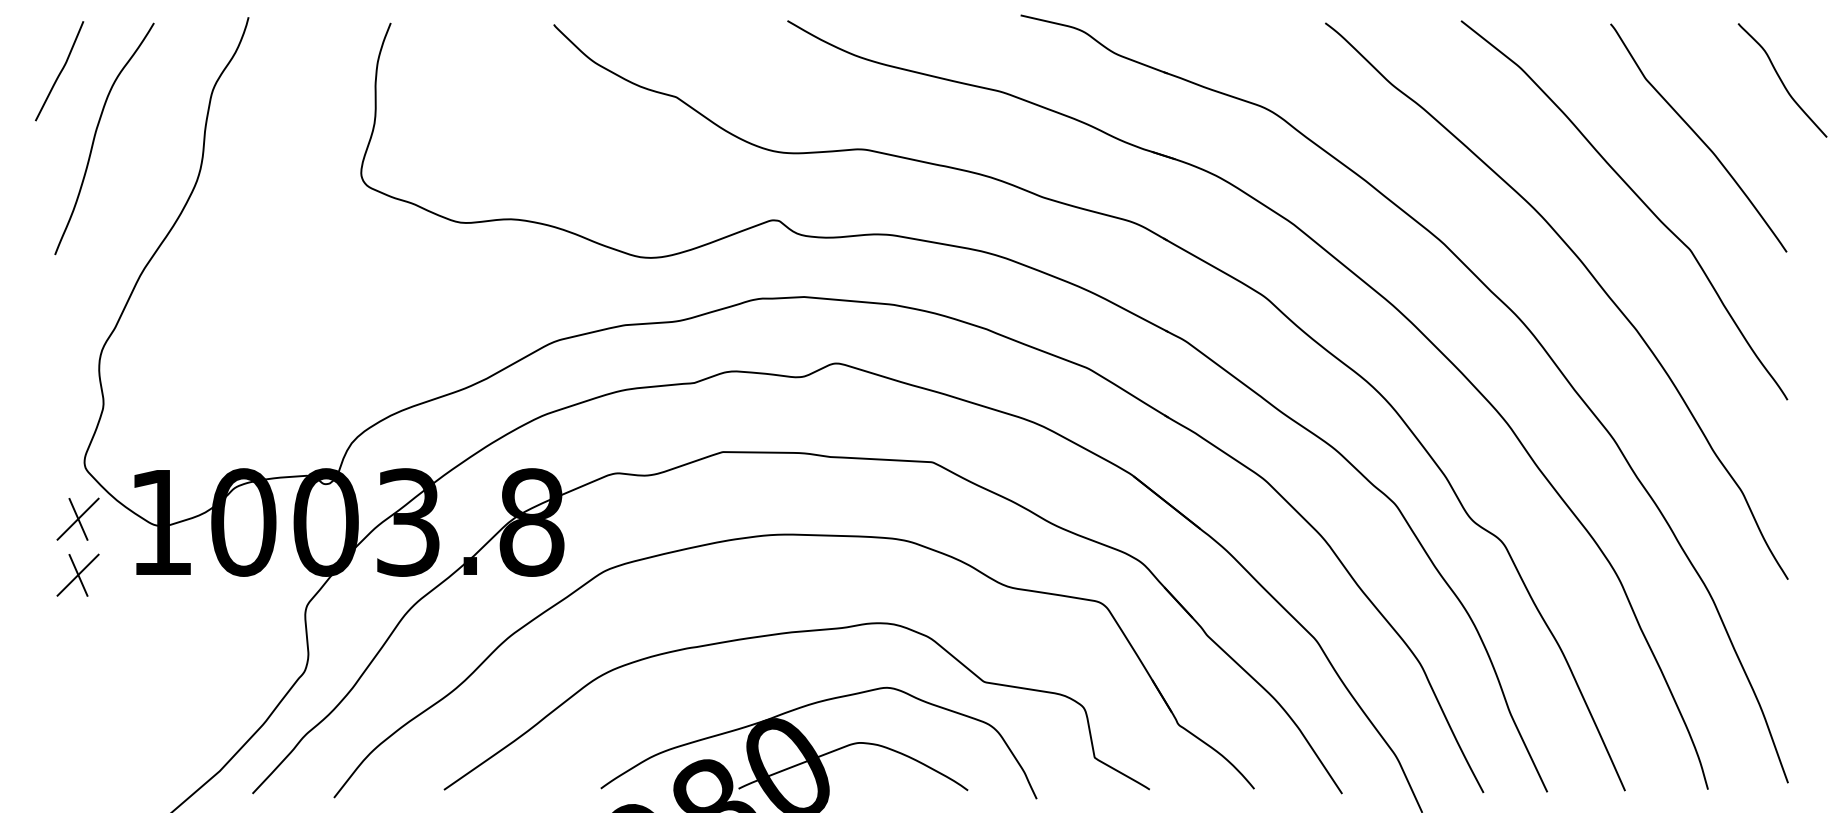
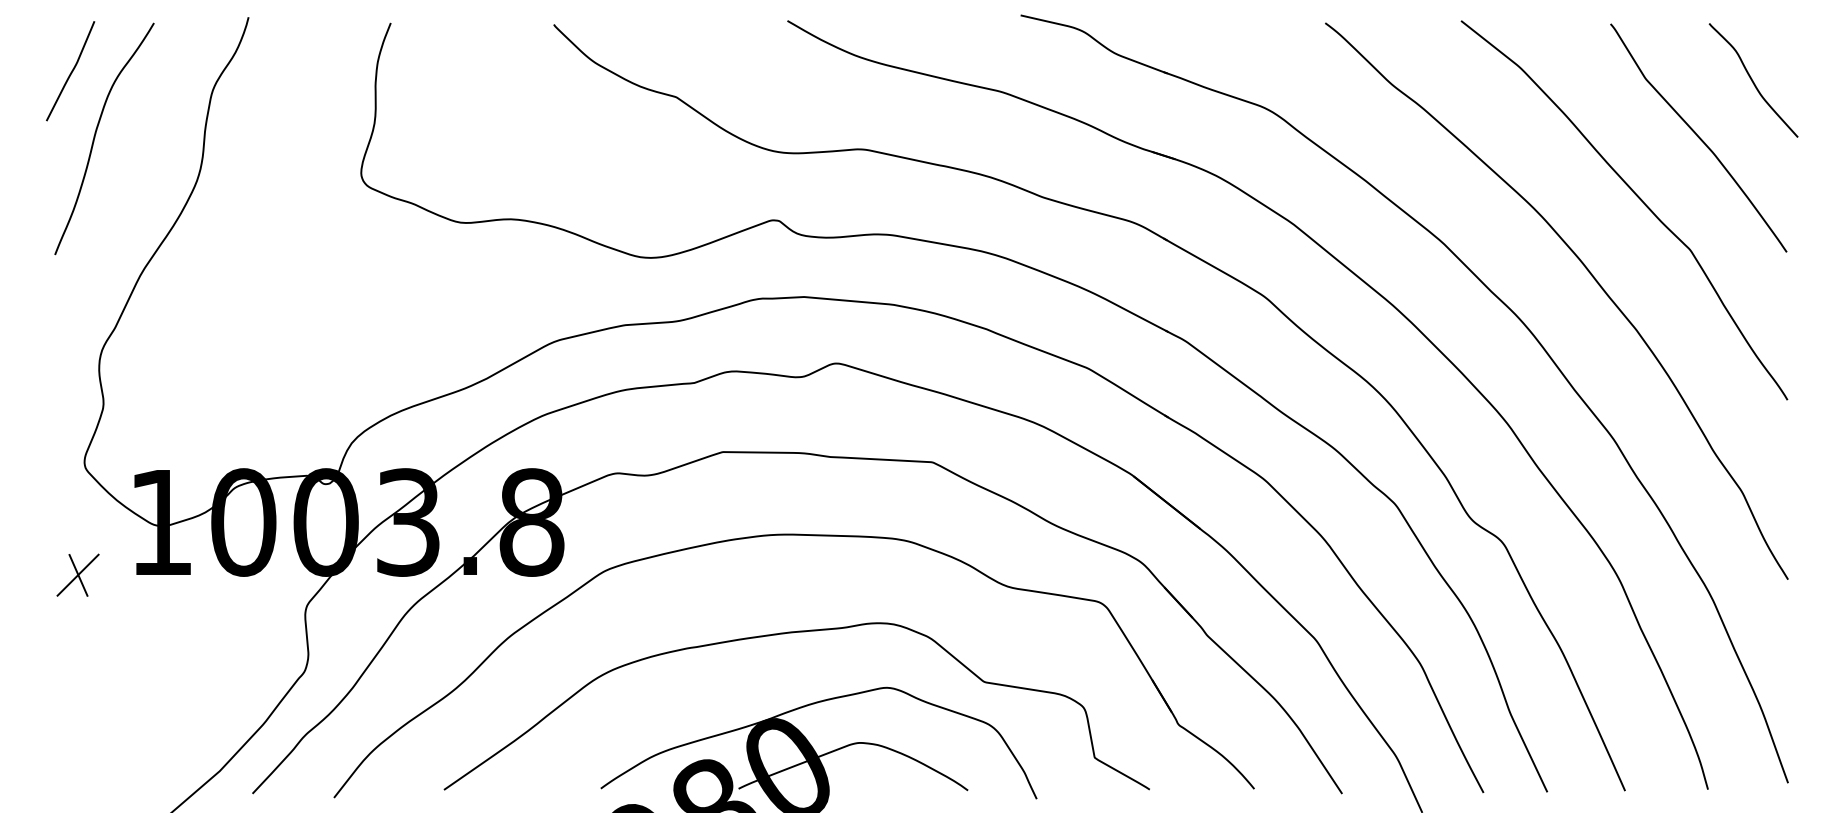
curve at (60, 71) position: (60, 71) -> (71, 71)
curve at (1782, 80) position: (1782, 80) -> (1753, 80)
part at (77, 518): present -> none
